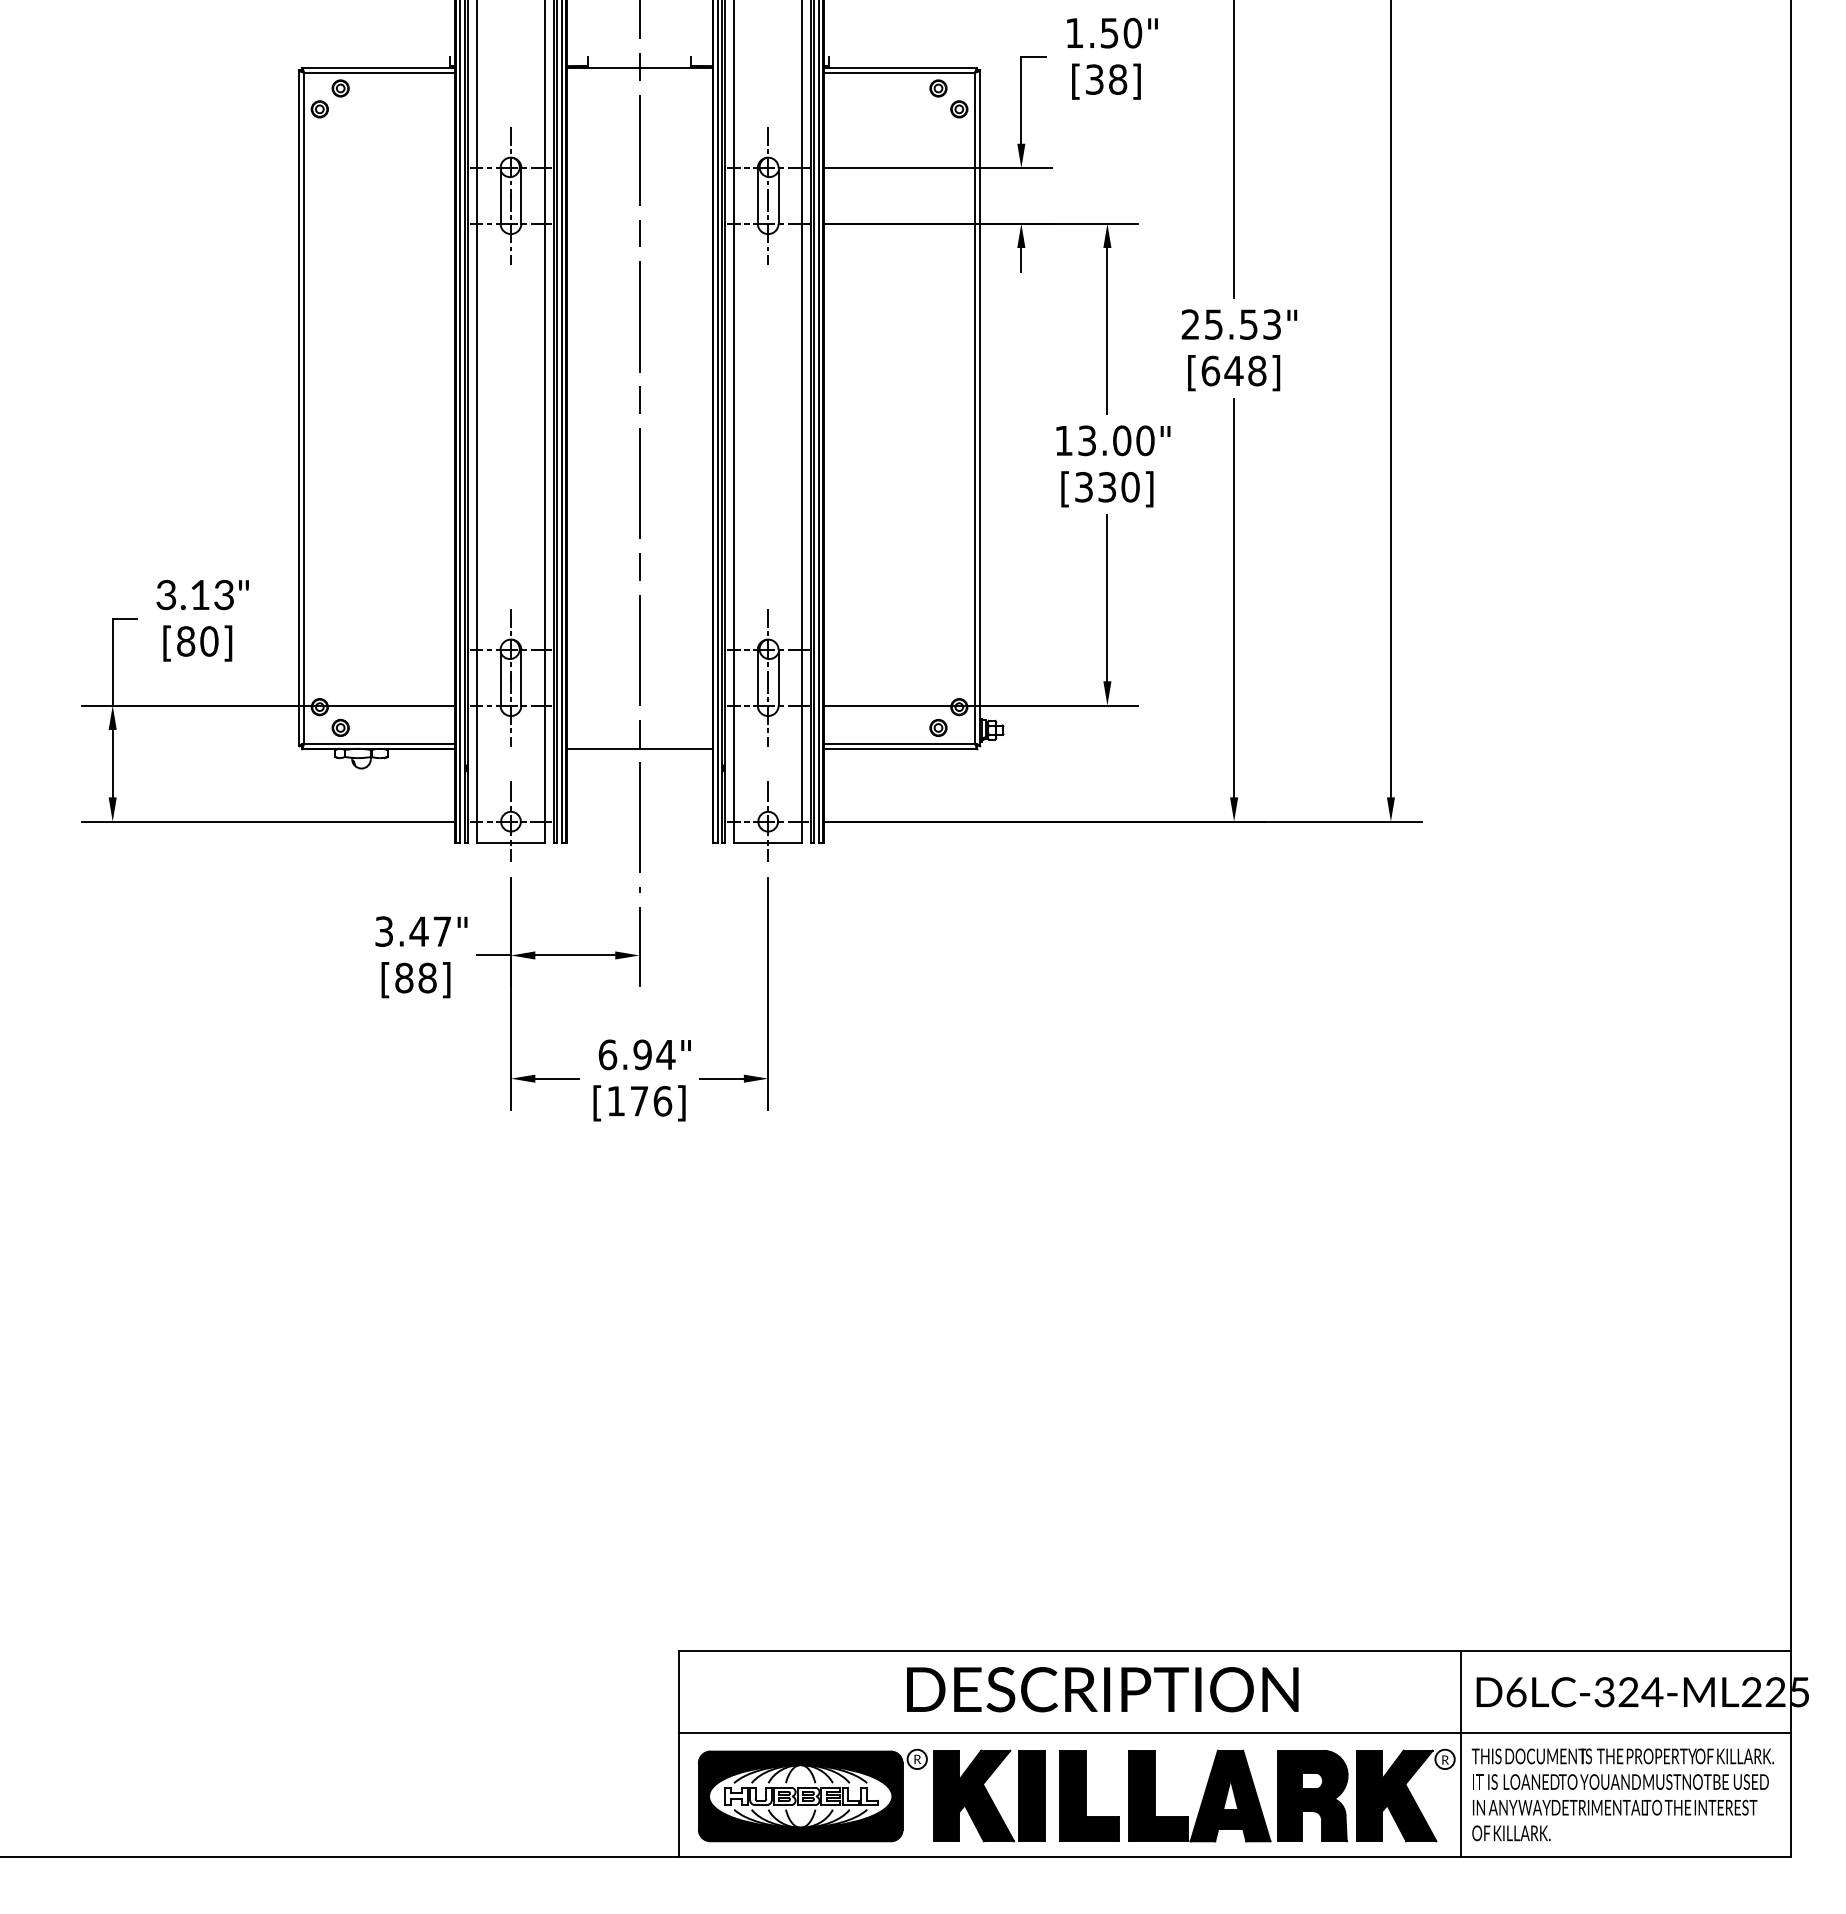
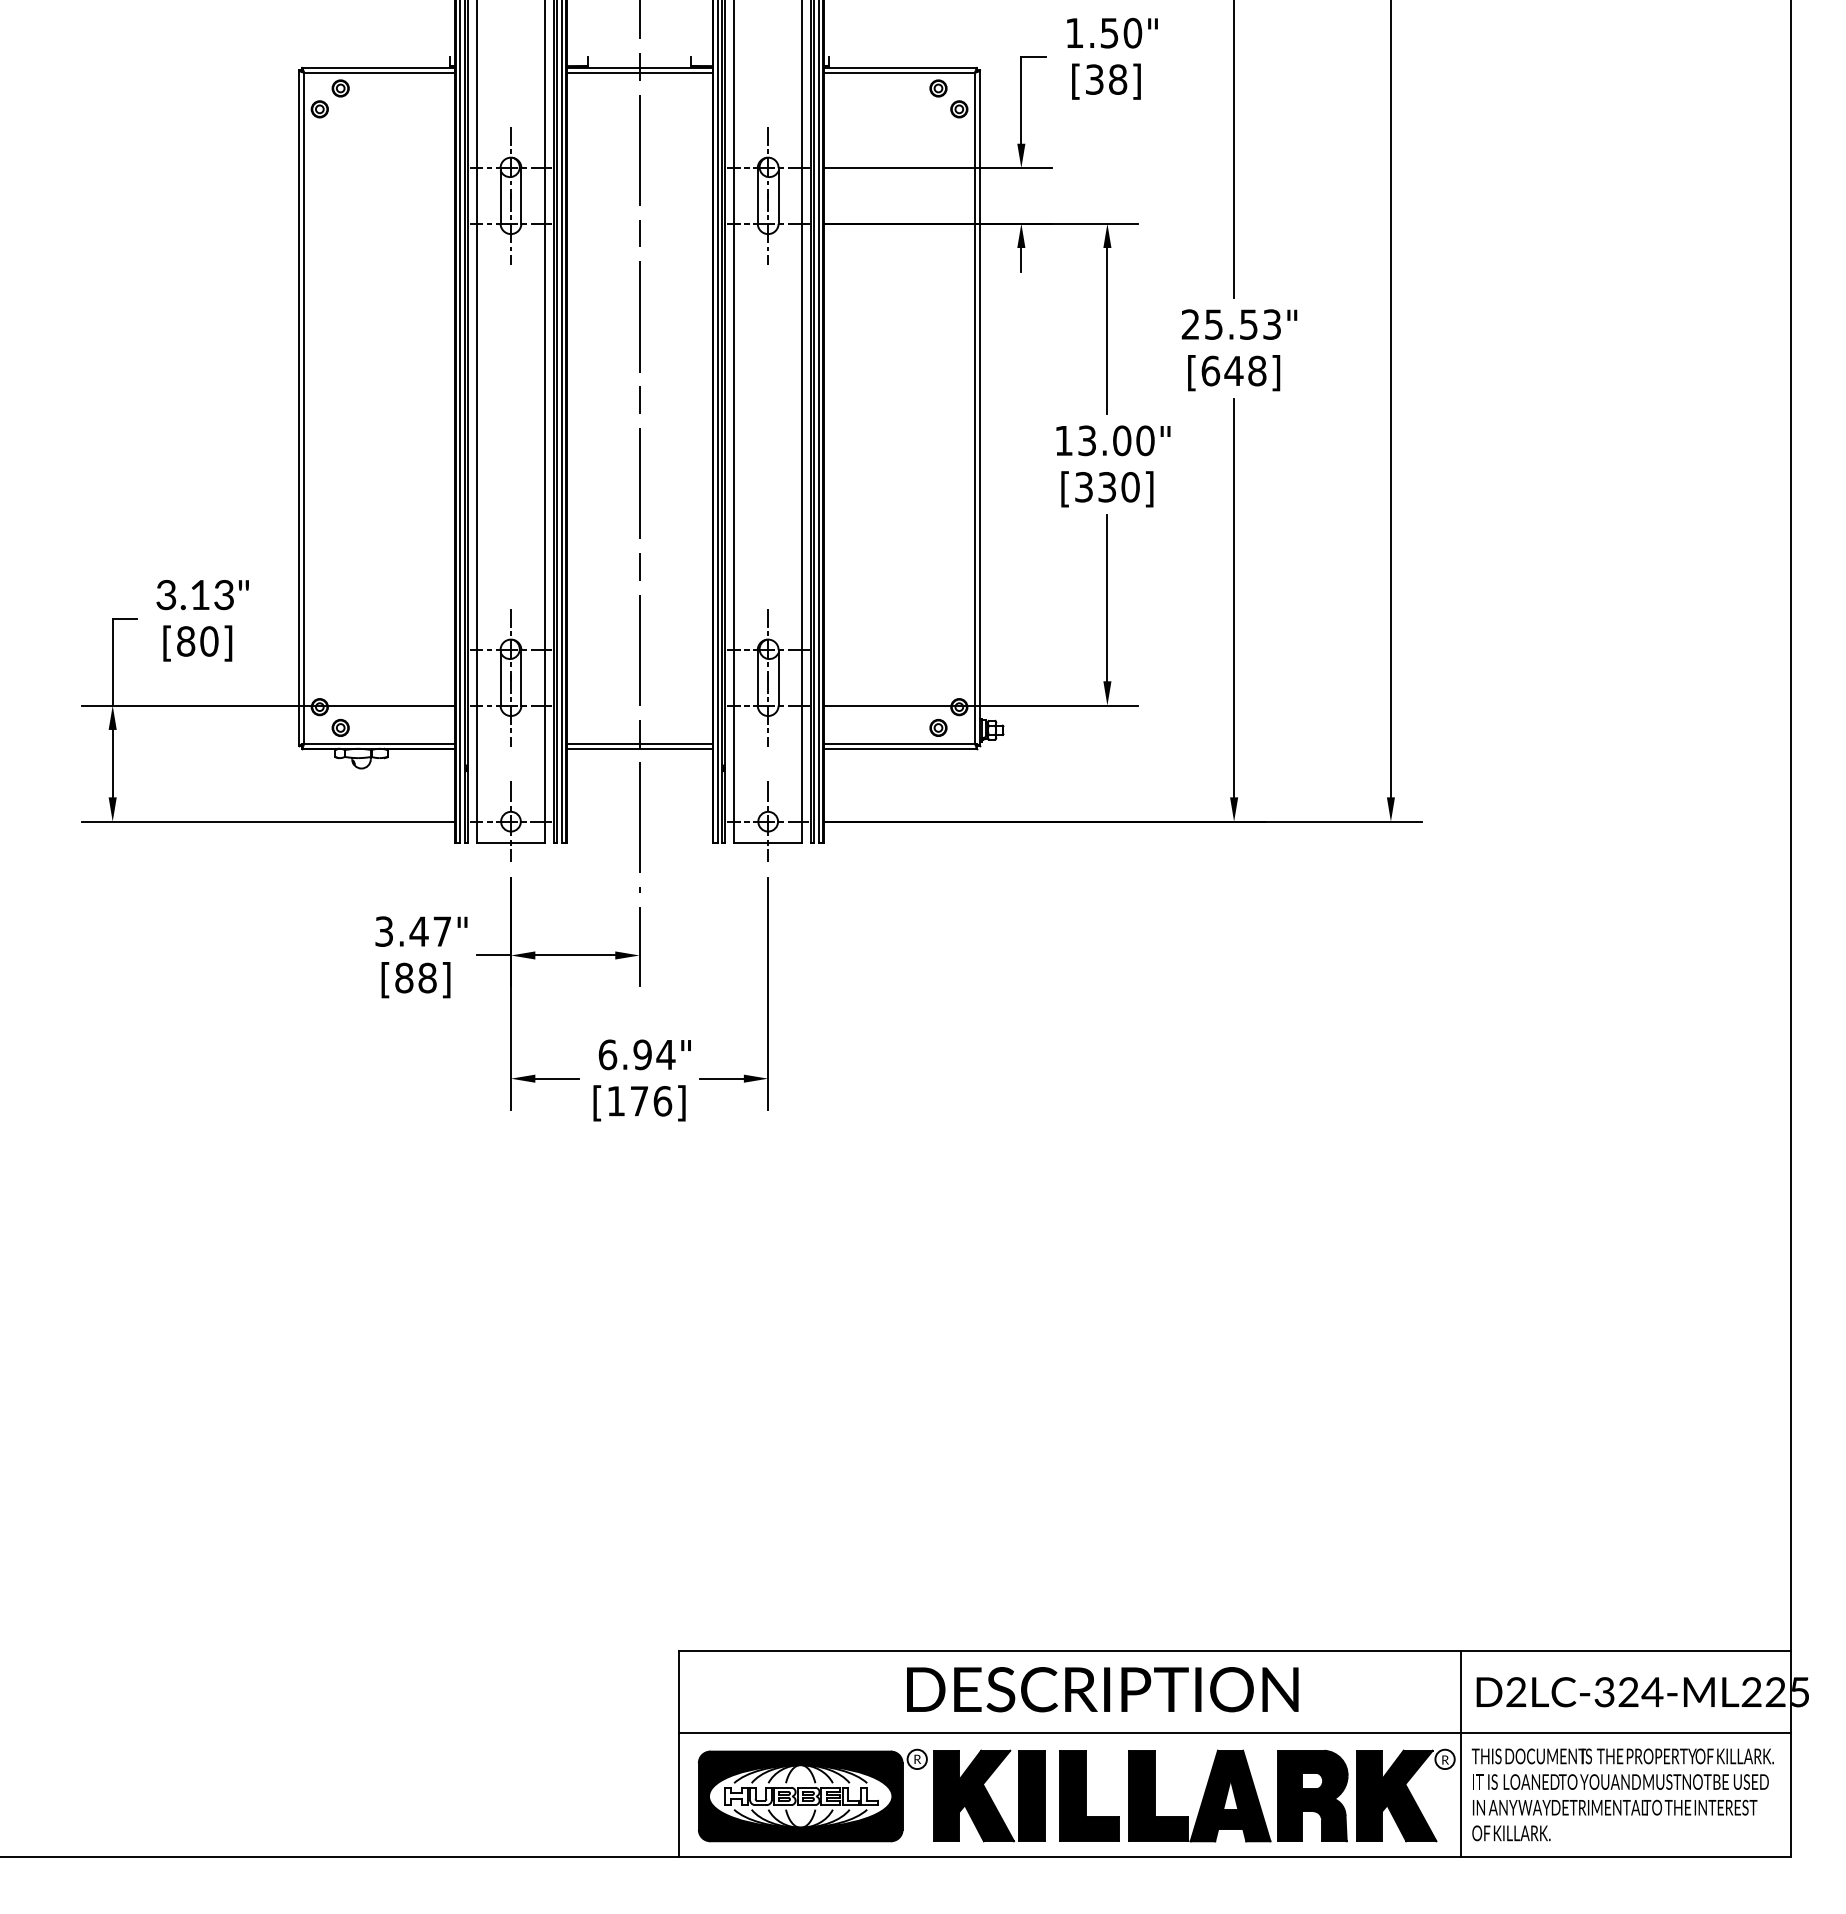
line at (639, 72): none -> present
line at (639, 743): none -> present
text at (1516, 1692): D6LC-324-ML225 -> D2LC-324-ML225
